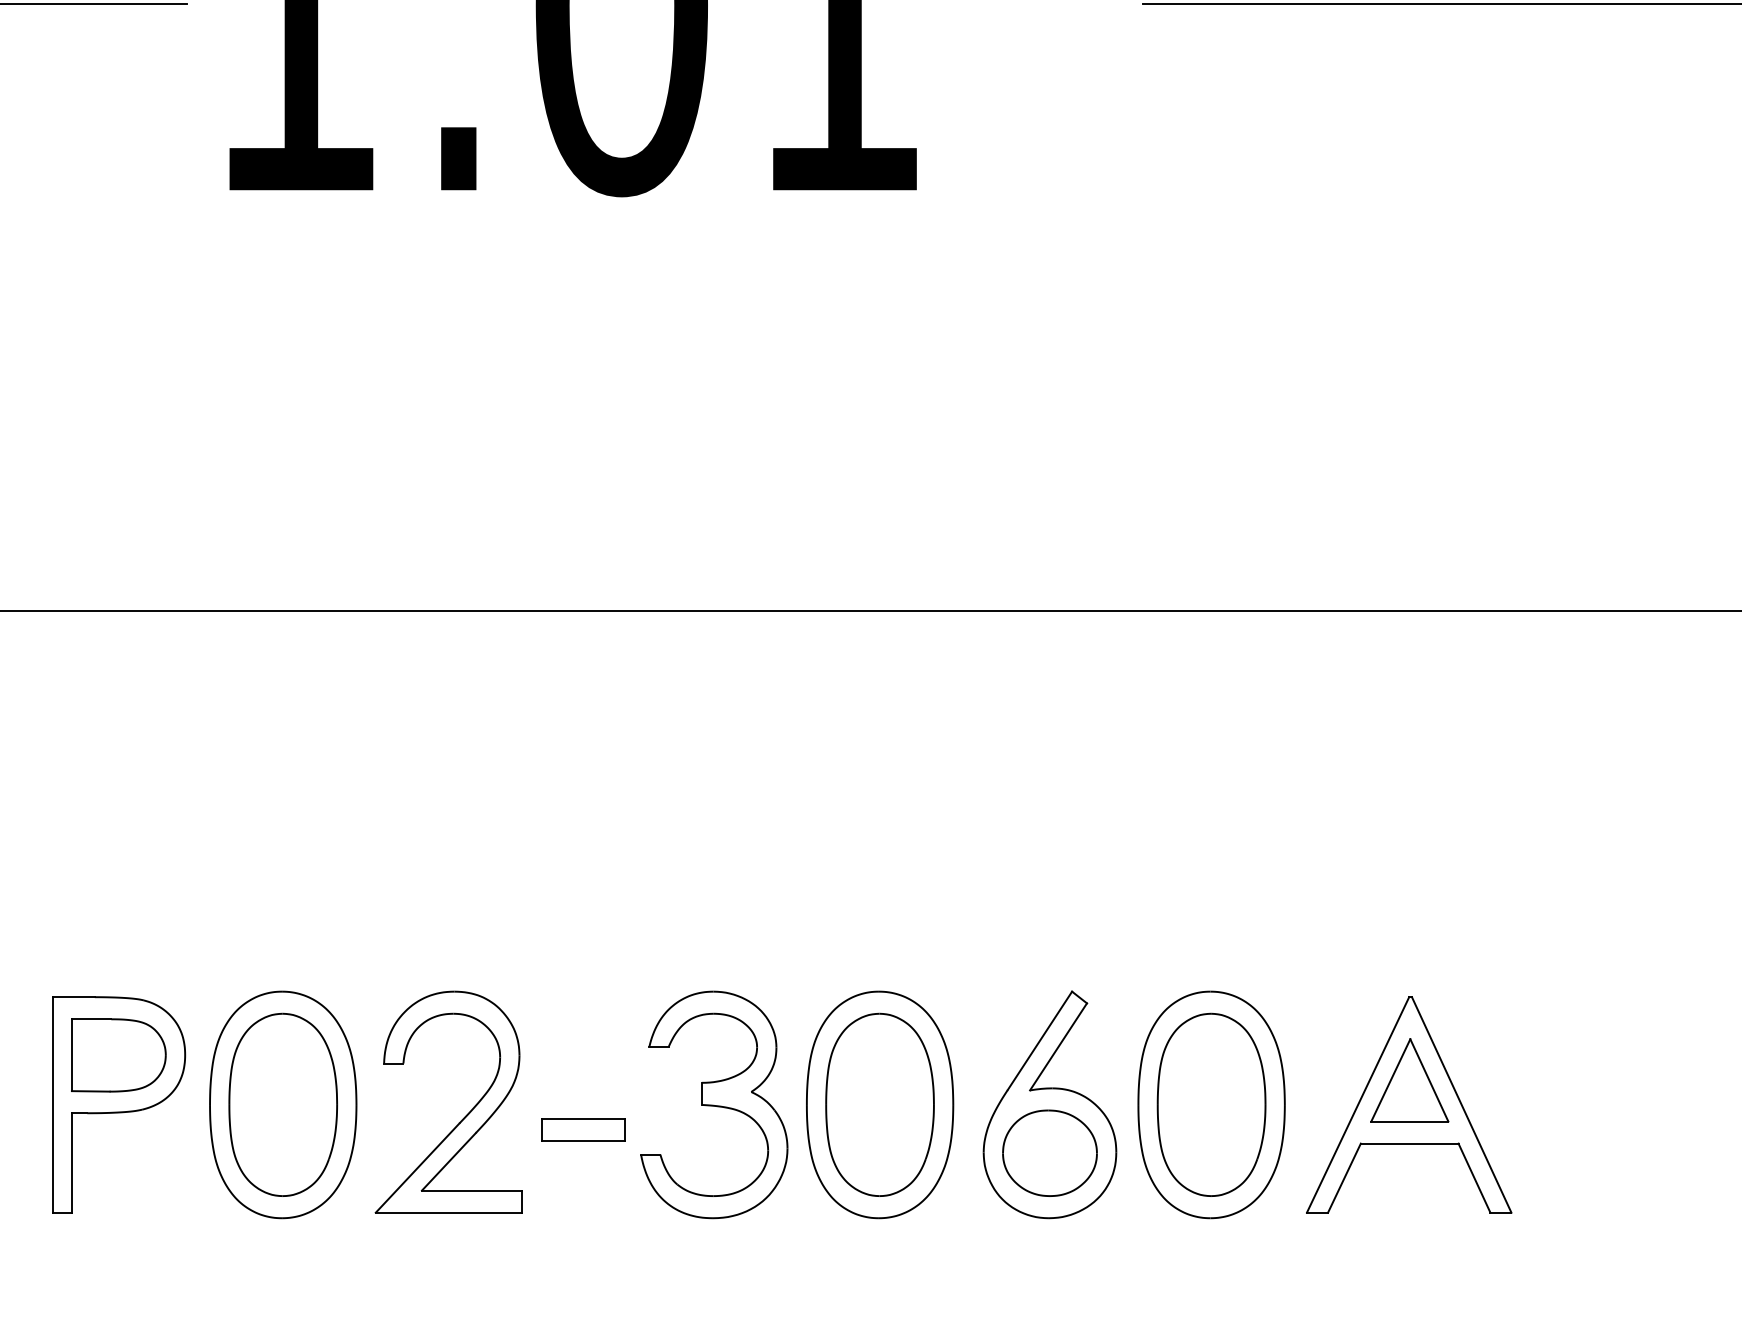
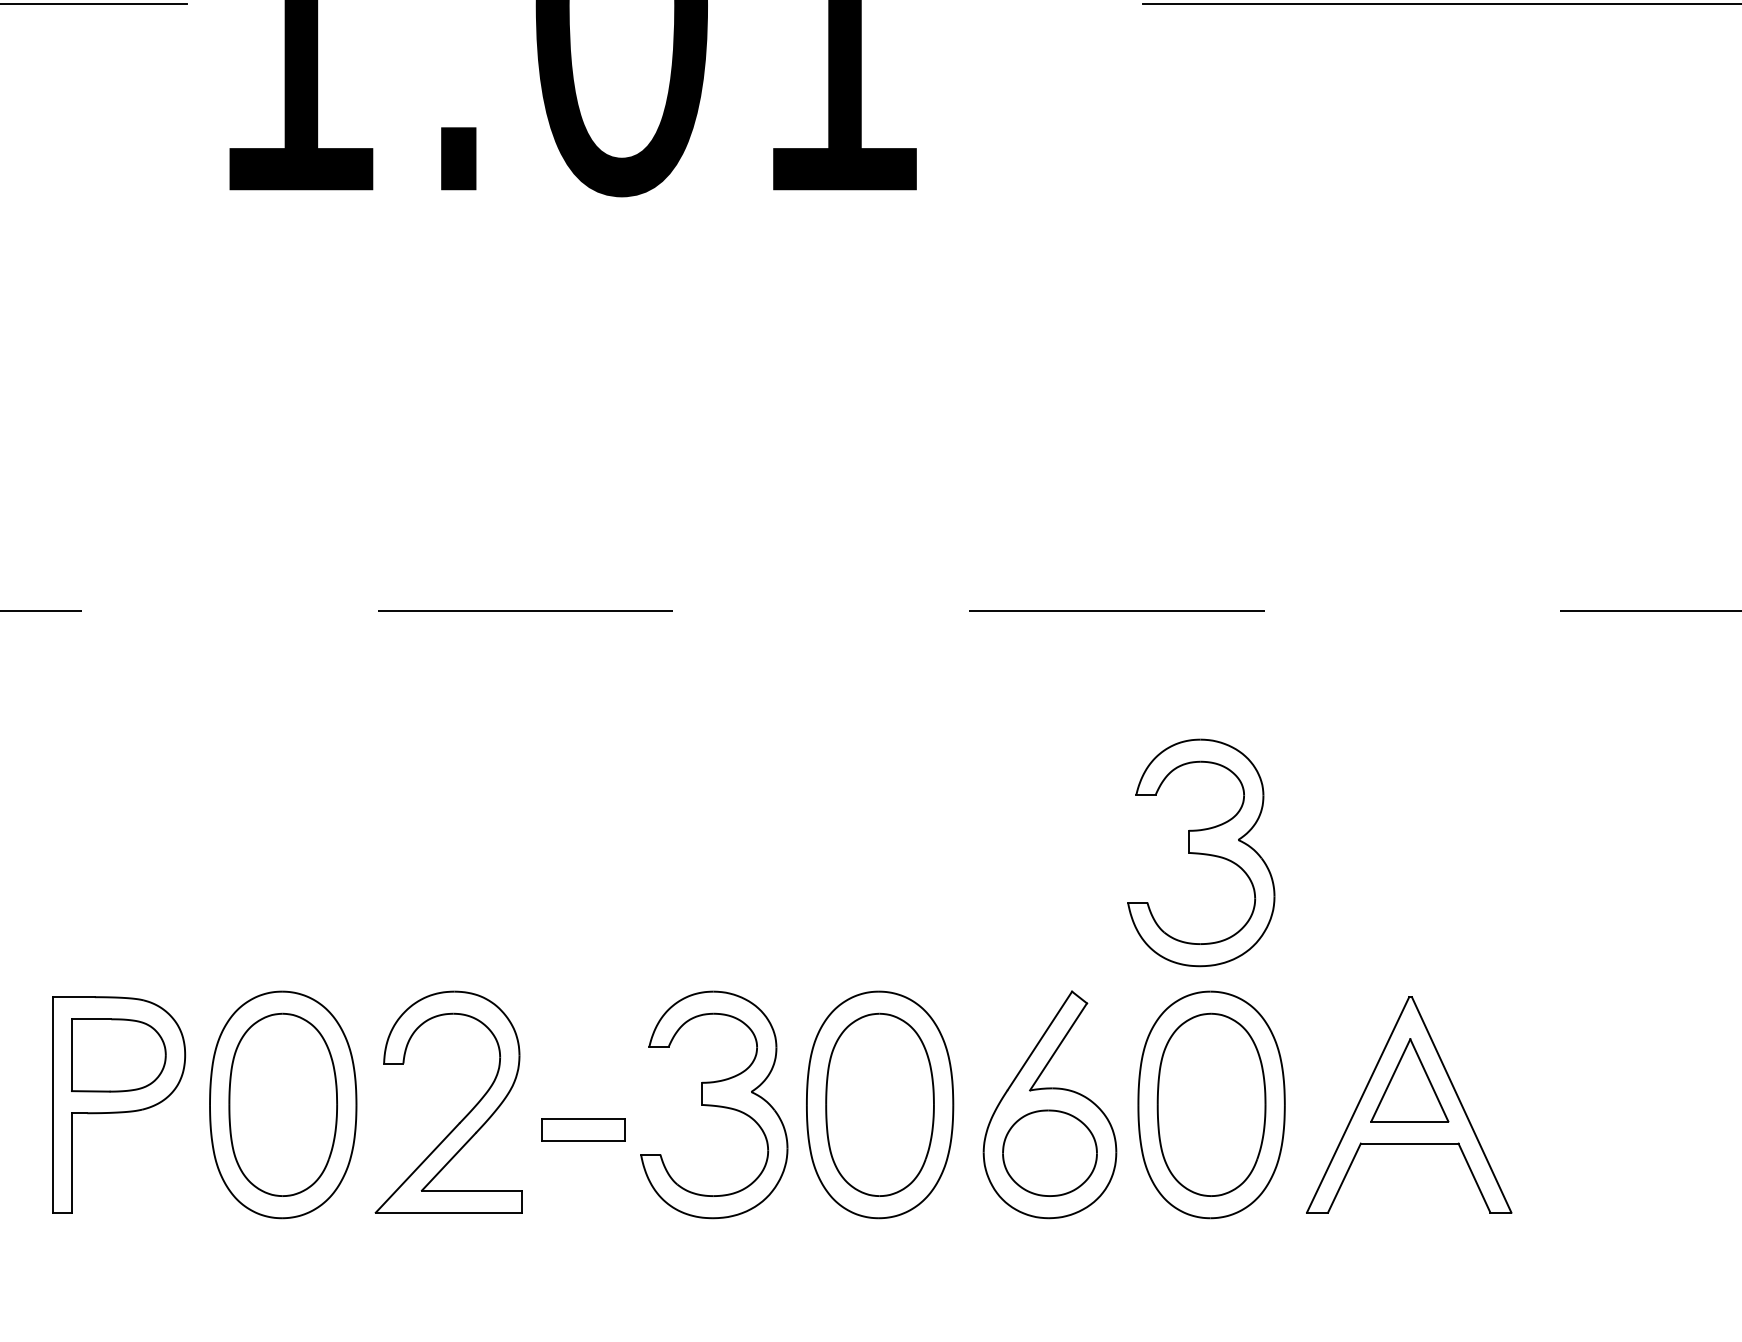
line at (871, 610): solid -> dashed
part at (1201, 852): none -> present
